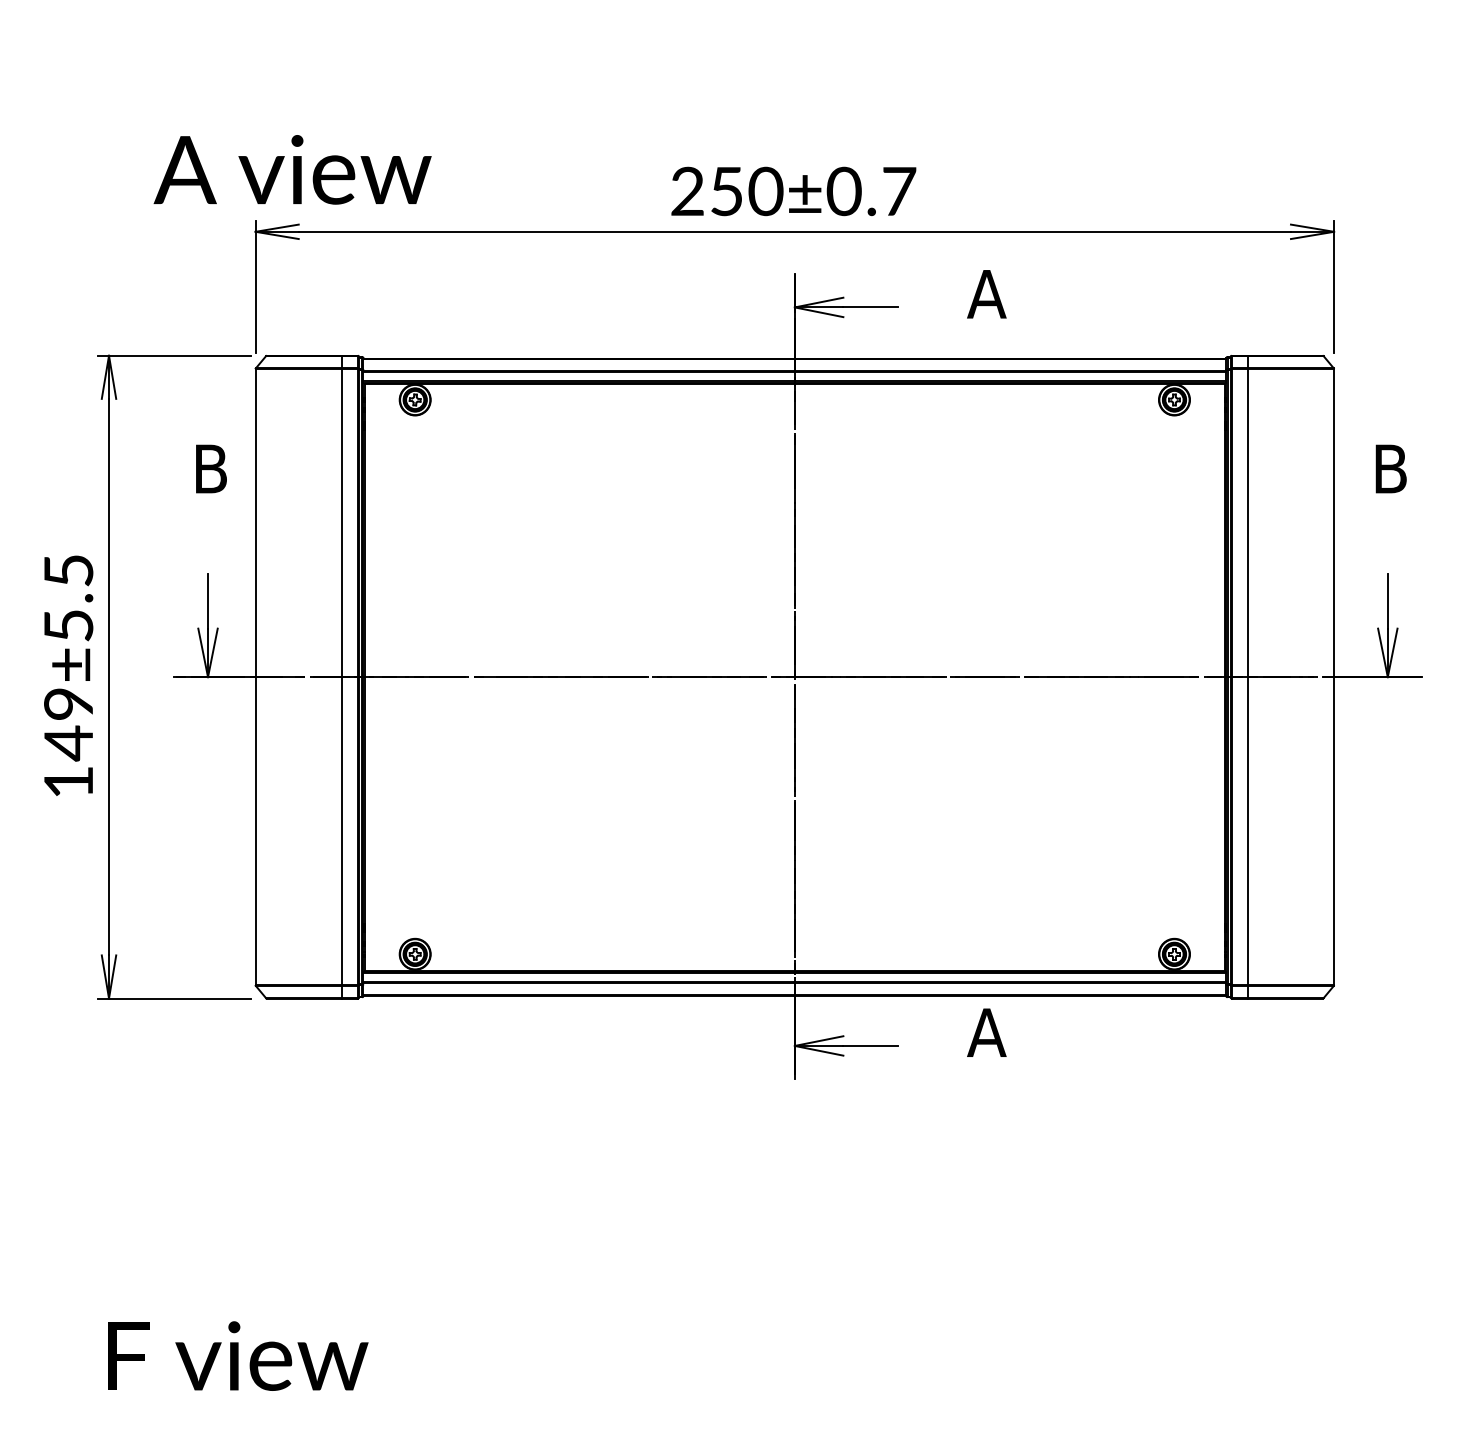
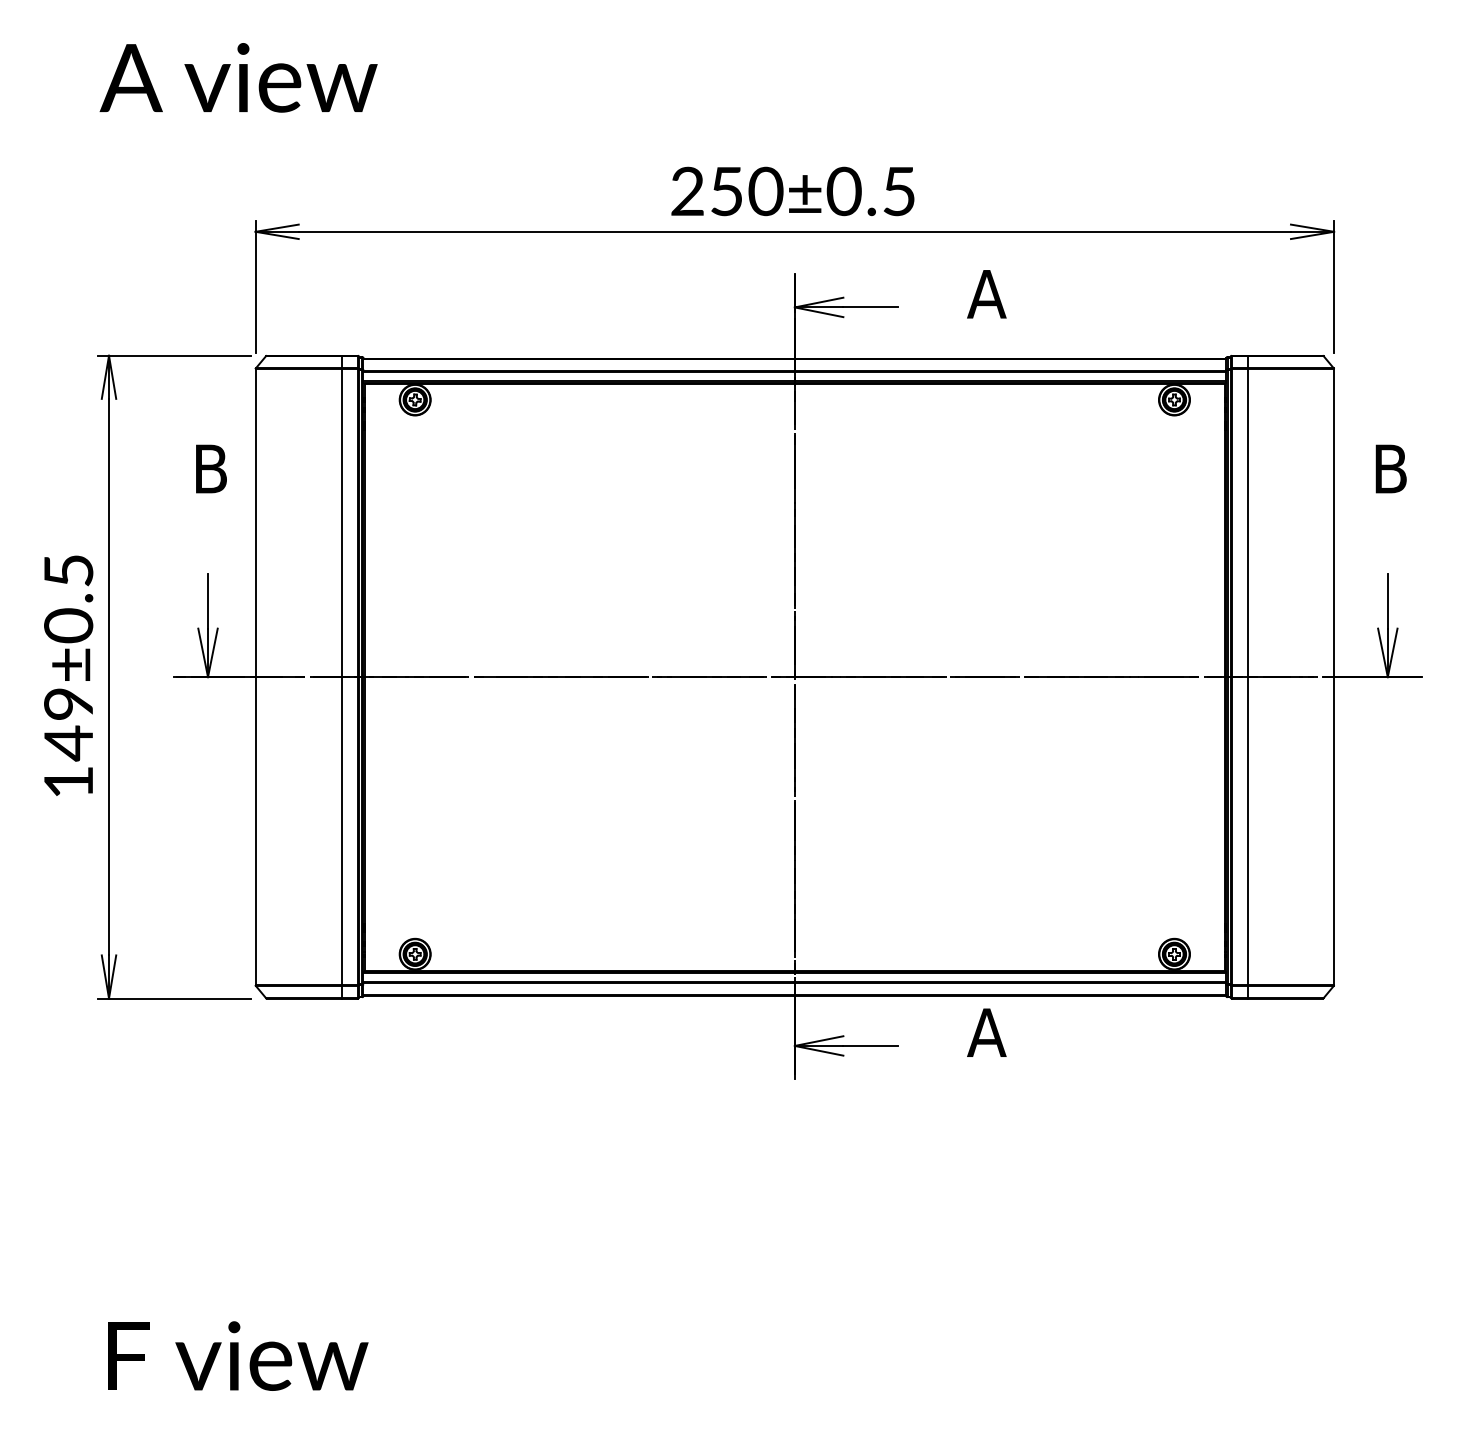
text at (292, 169) position: (292, 169) -> (238, 77)
text at (899, 191): 250±0.7 -> 250±0.5
text at (68, 625): 149±5.5 -> 149±0.5
